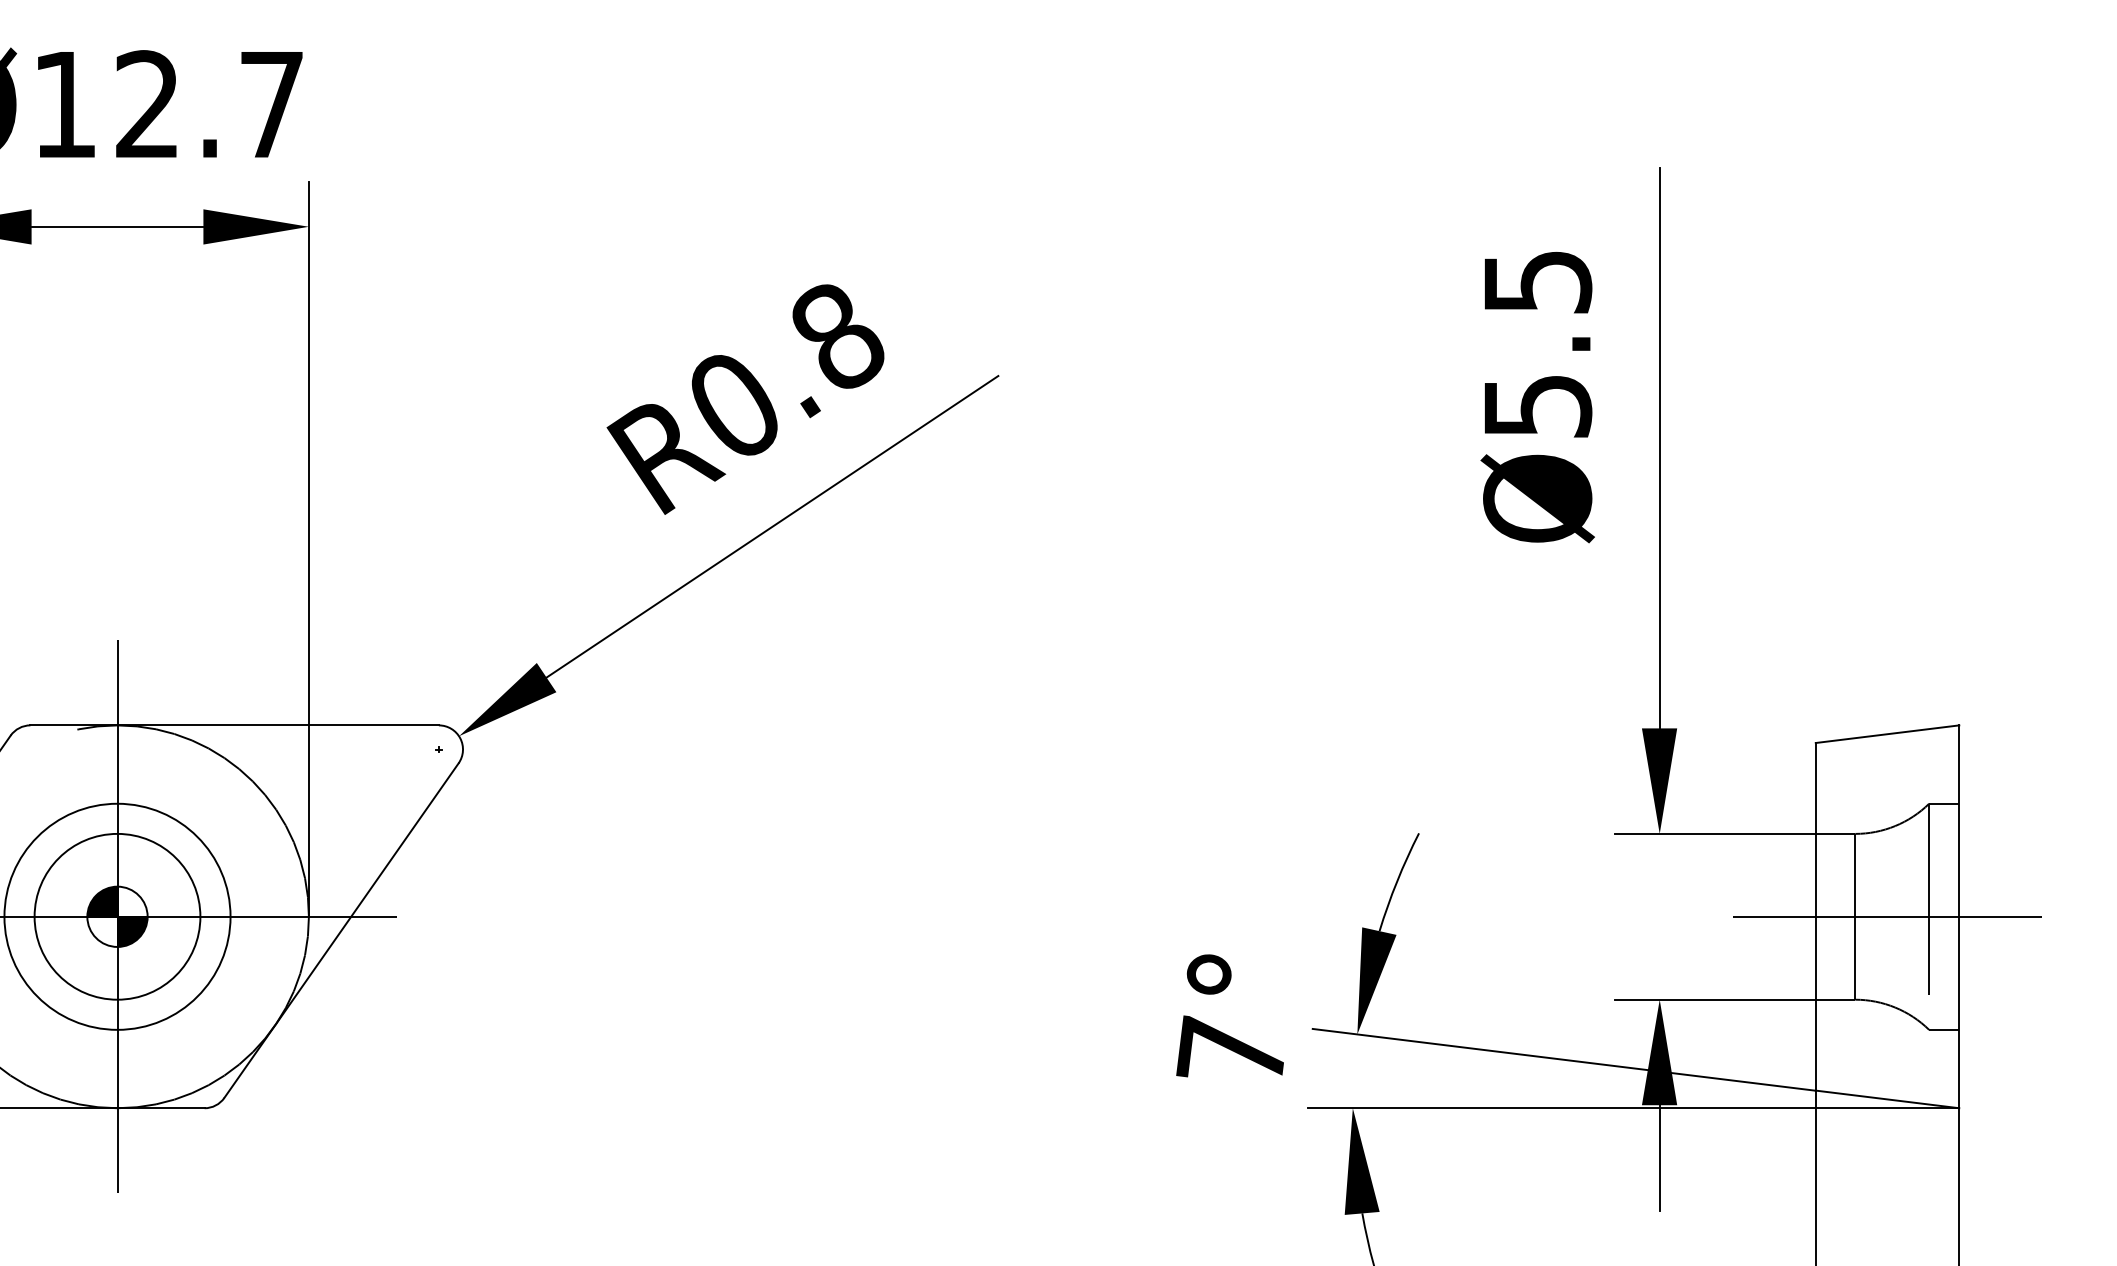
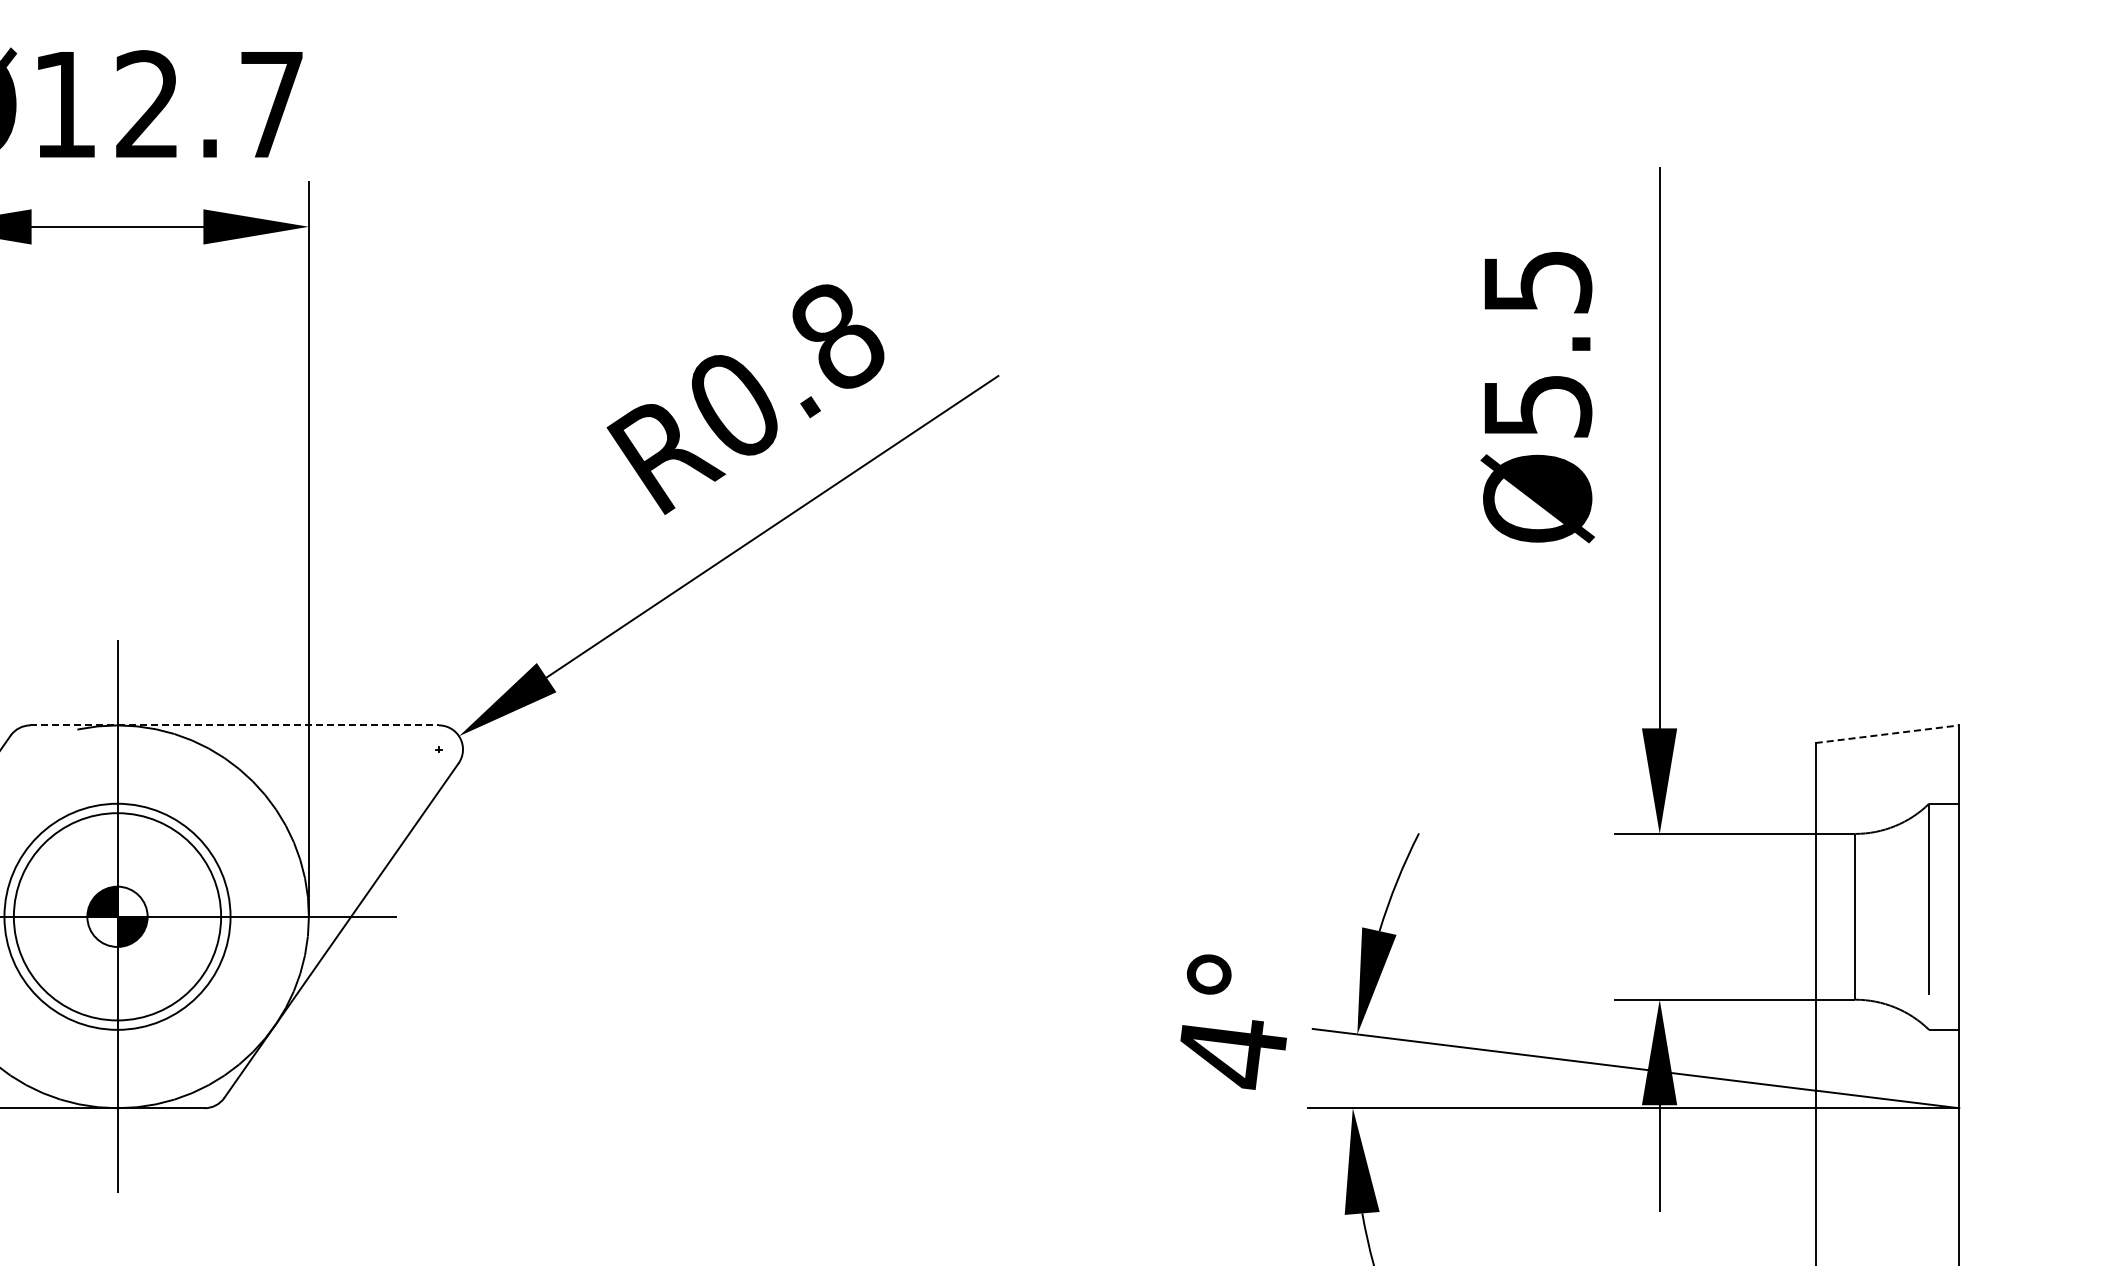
line at (235, 725): solid -> dashed
line at (1888, 734): solid -> dashed
circle at (117, 916) diameter: 166 px -> 207 px
line at (1887, 916): present -> none
text at (1231, 1052): 7° -> 4°
